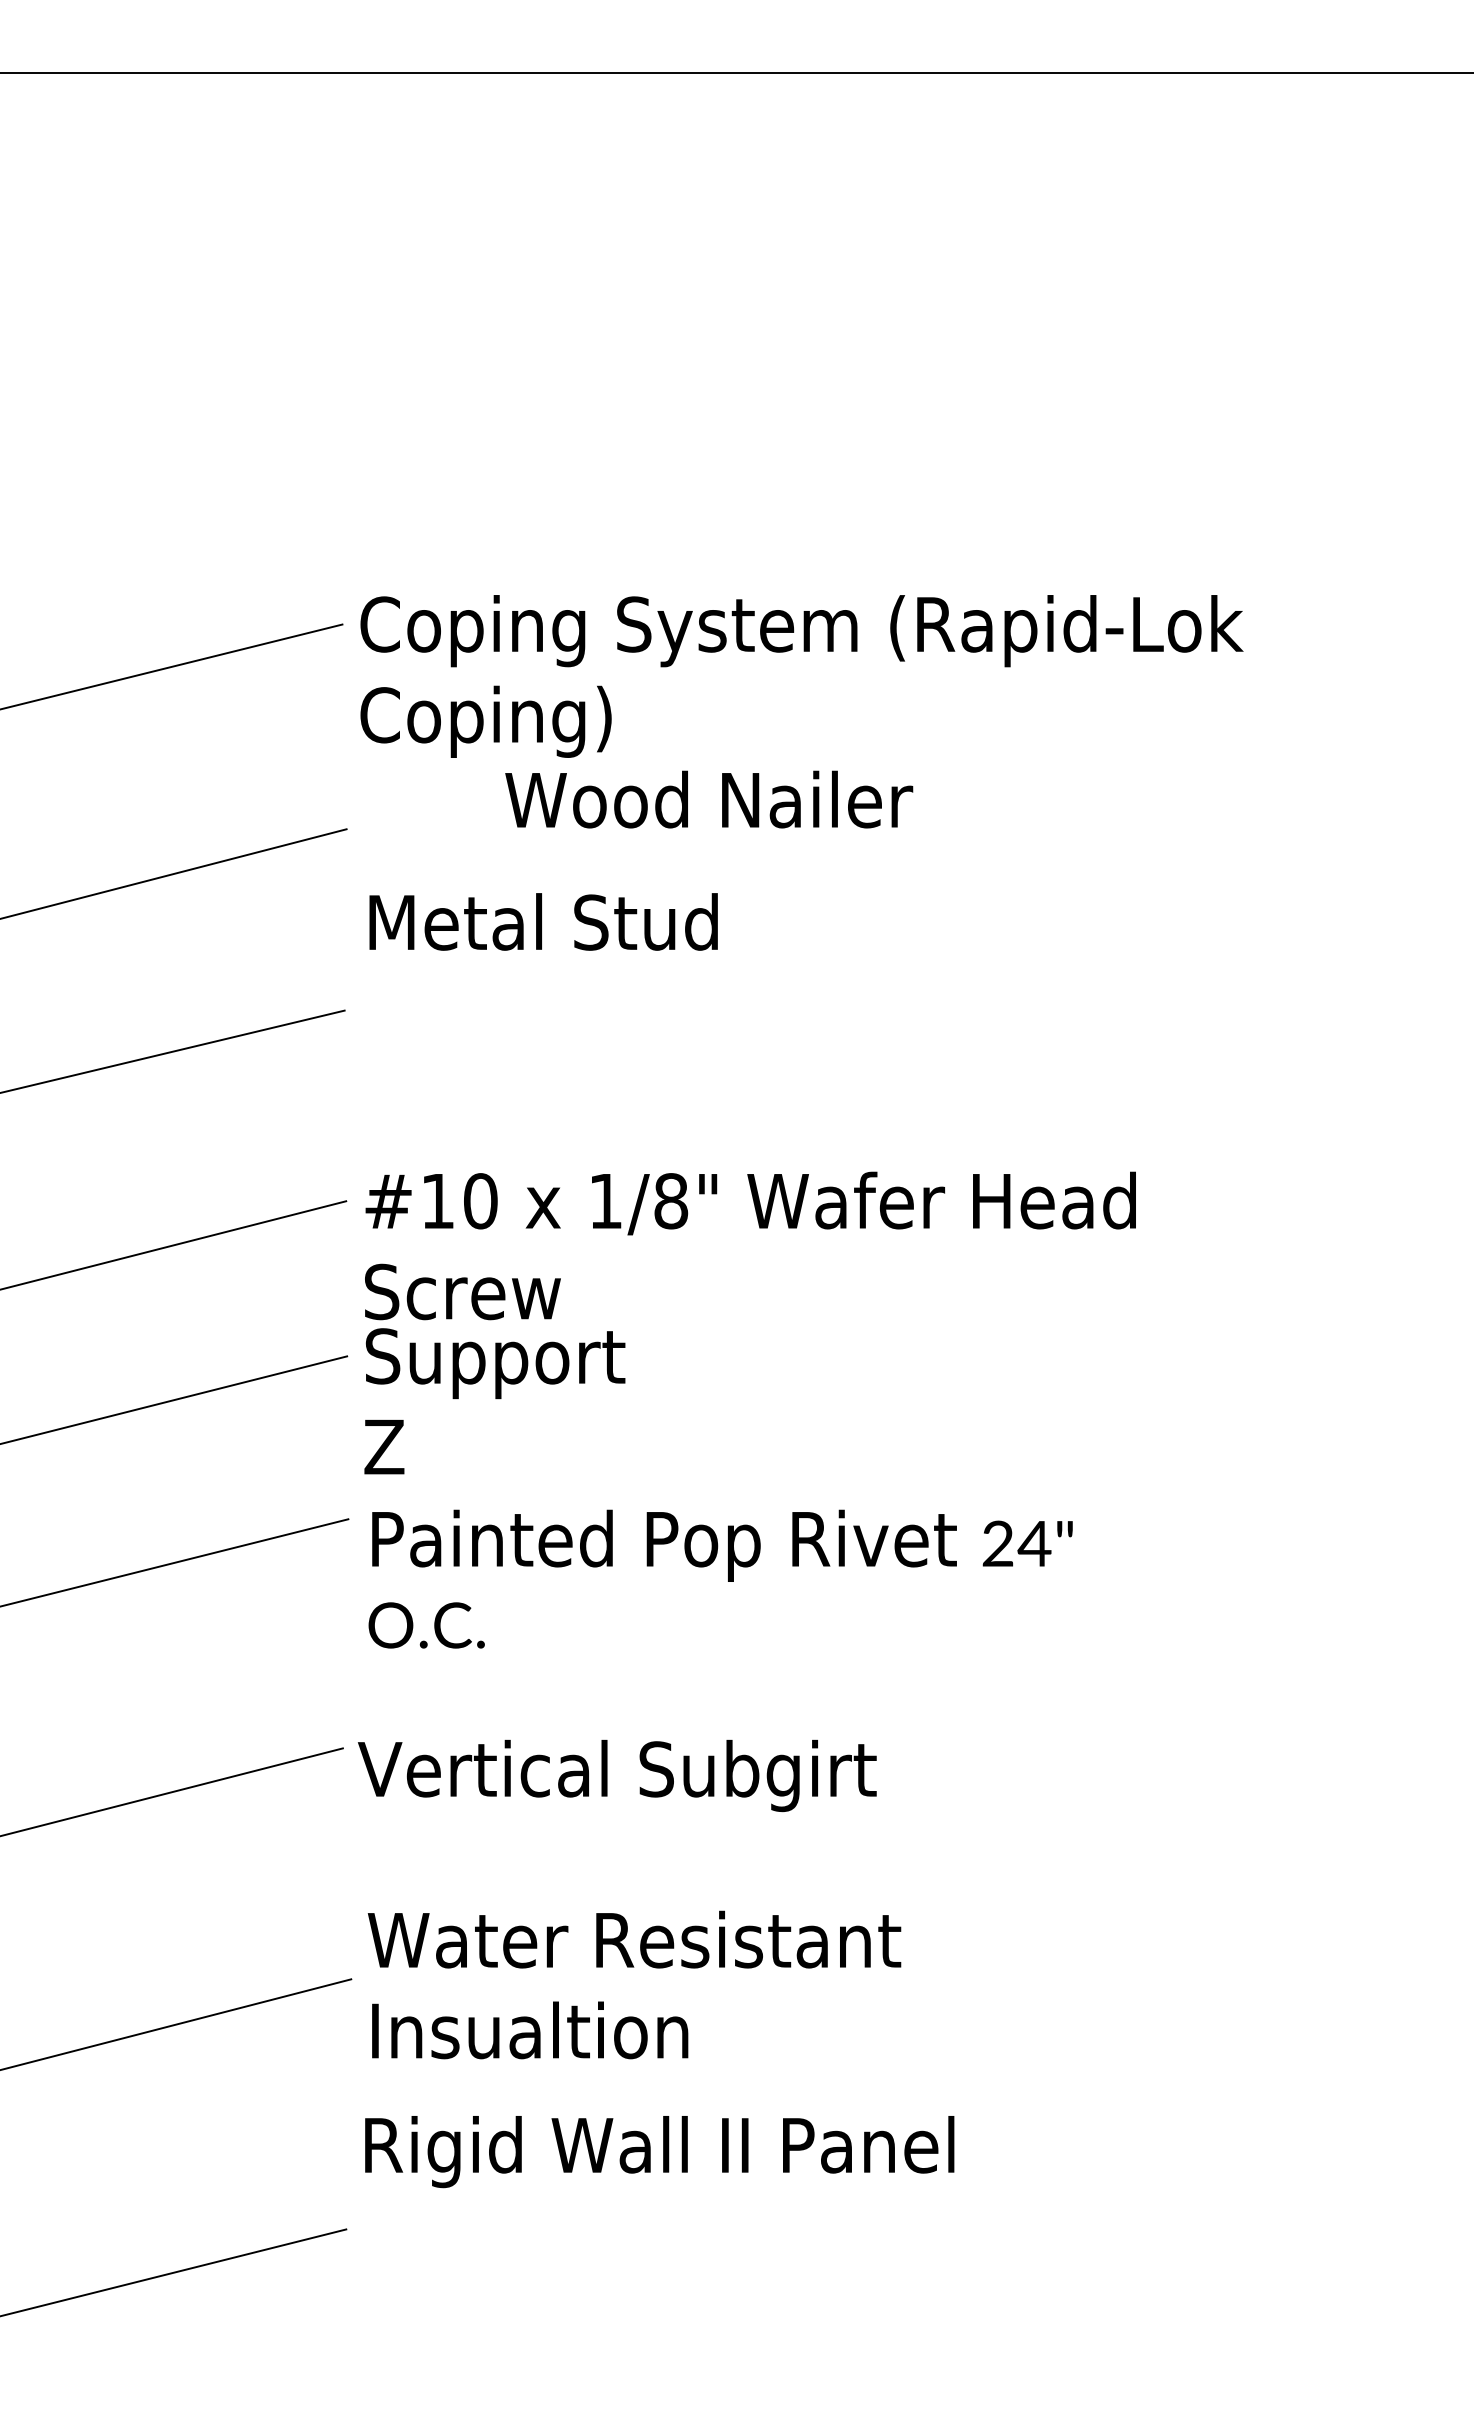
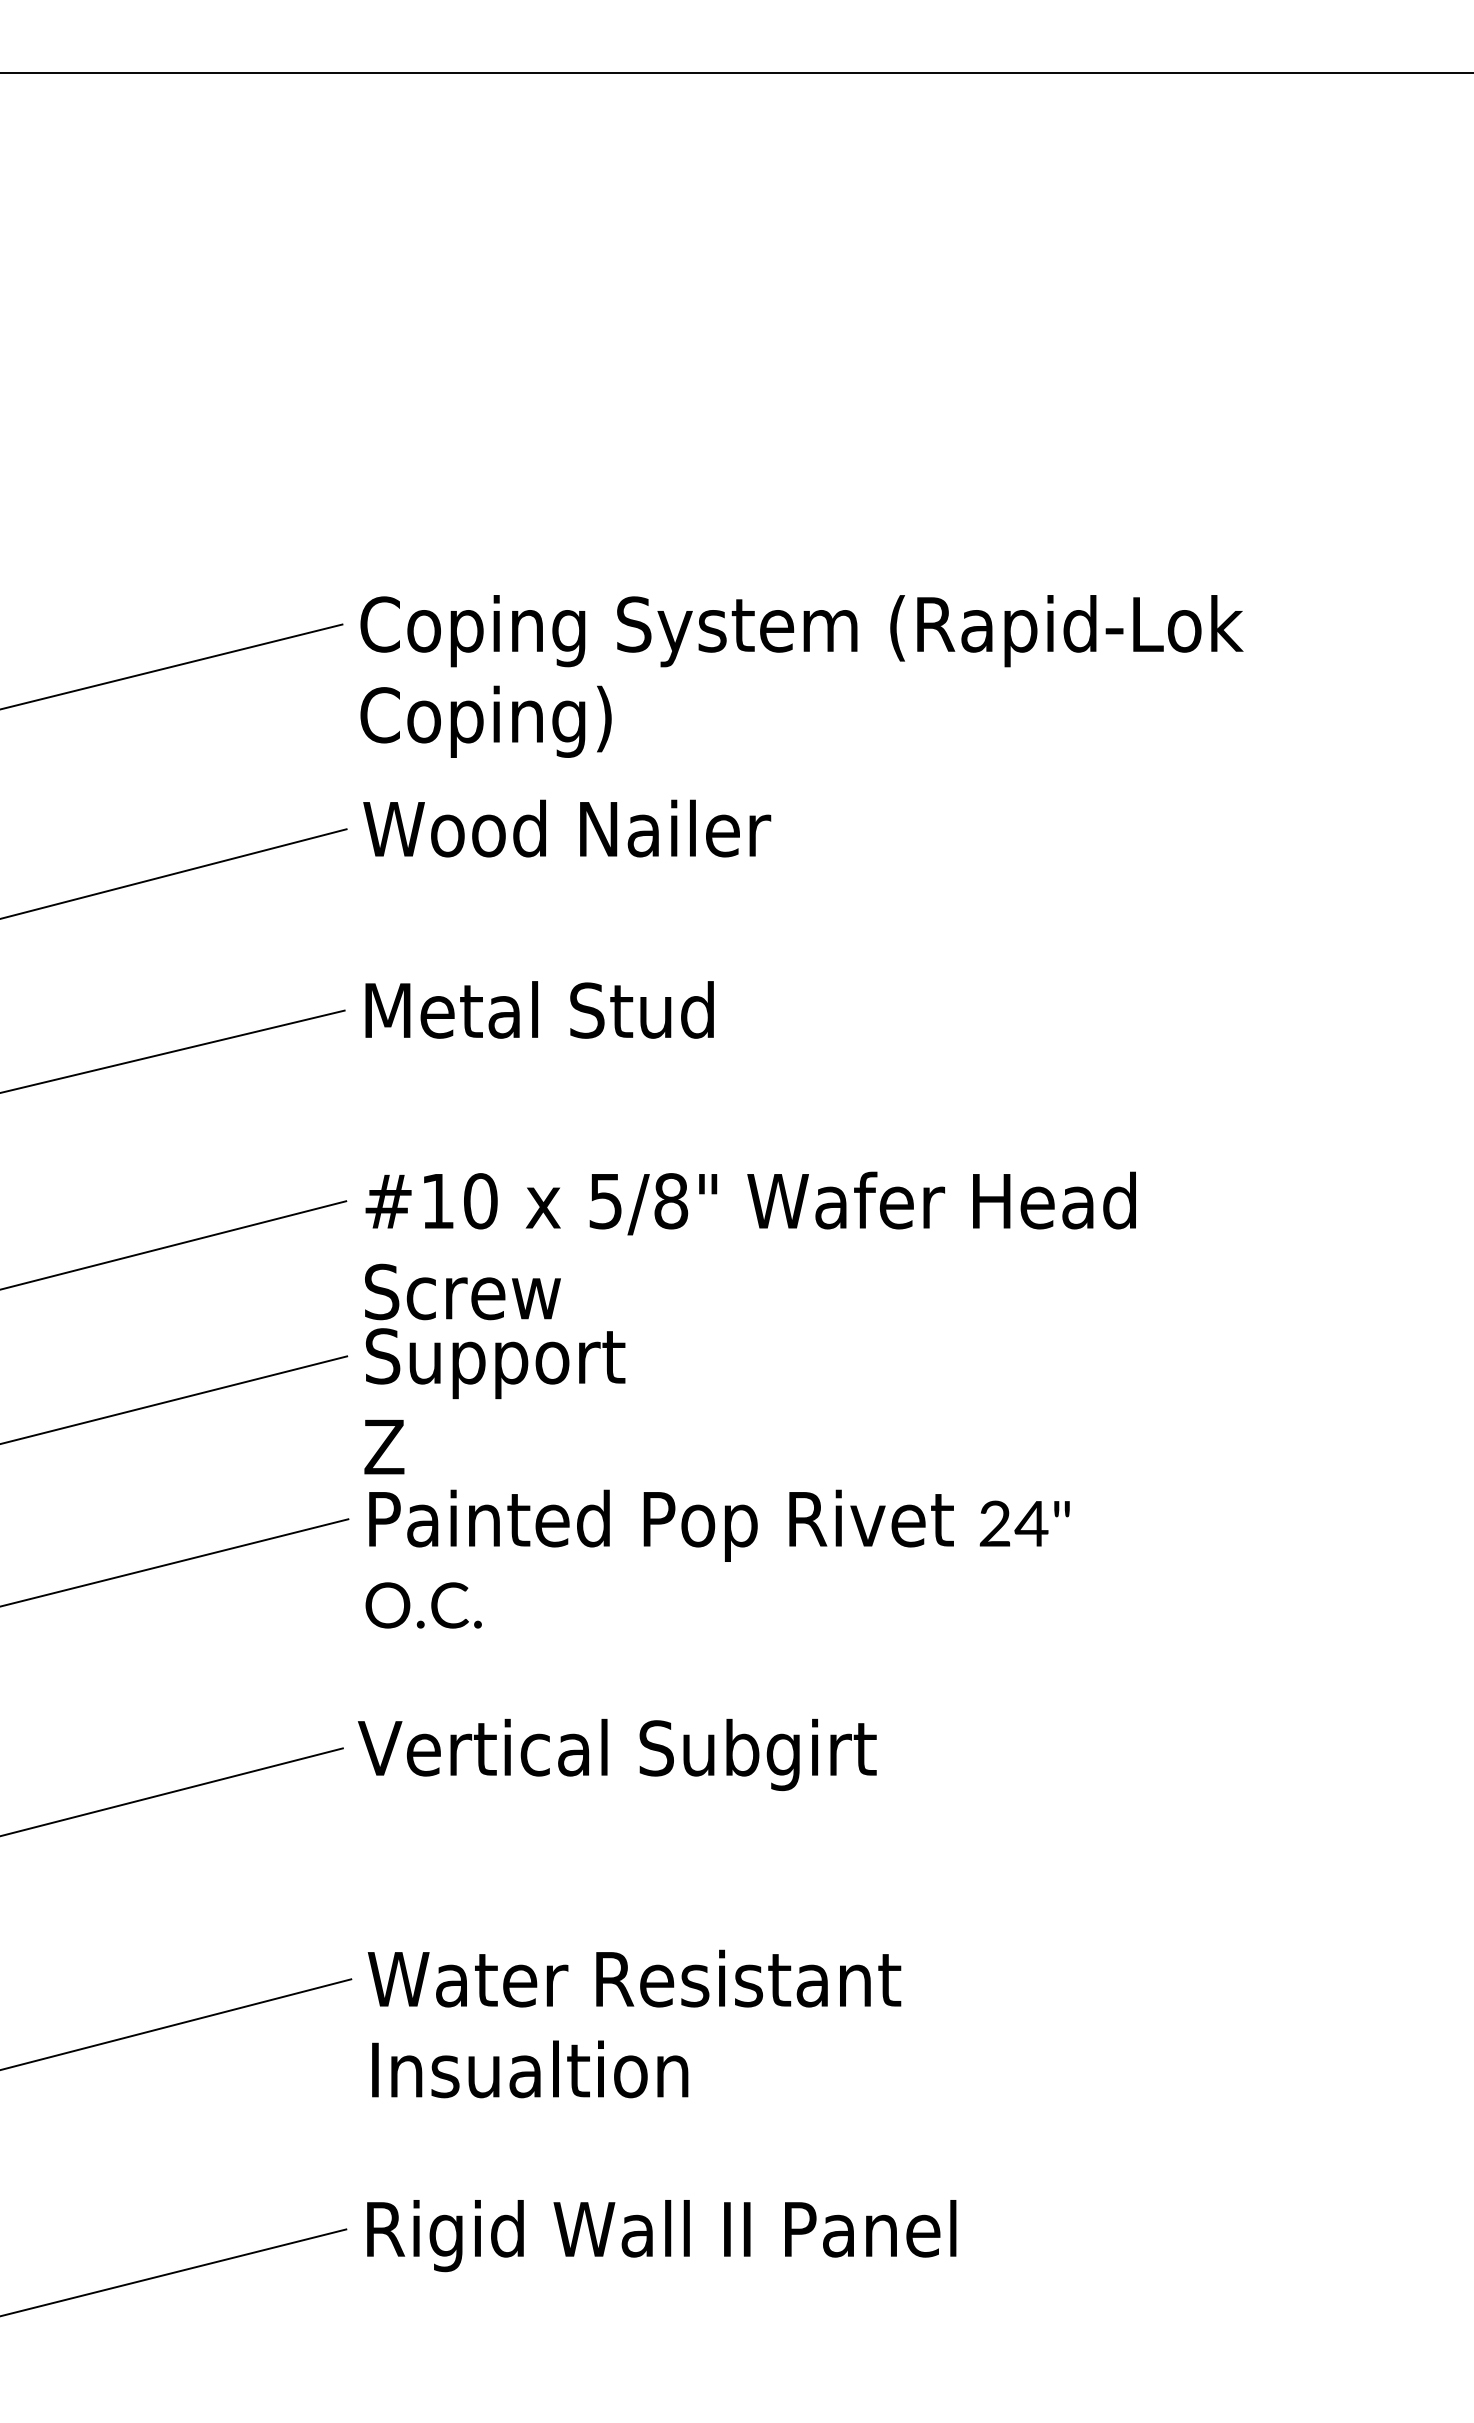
text at (709, 799) position: (709, 799) -> (567, 828)
text at (543, 921) position: (543, 921) -> (539, 1009)
text at (605, 1201): 1/8" -> 5/8"
text at (720, 1578) position: (720, 1578) -> (717, 1558)
text at (617, 1775) position: (617, 1775) -> (617, 1754)
text at (634, 1984) position: (634, 1984) -> (634, 2023)
text at (659, 2152) position: (659, 2152) -> (661, 2236)
